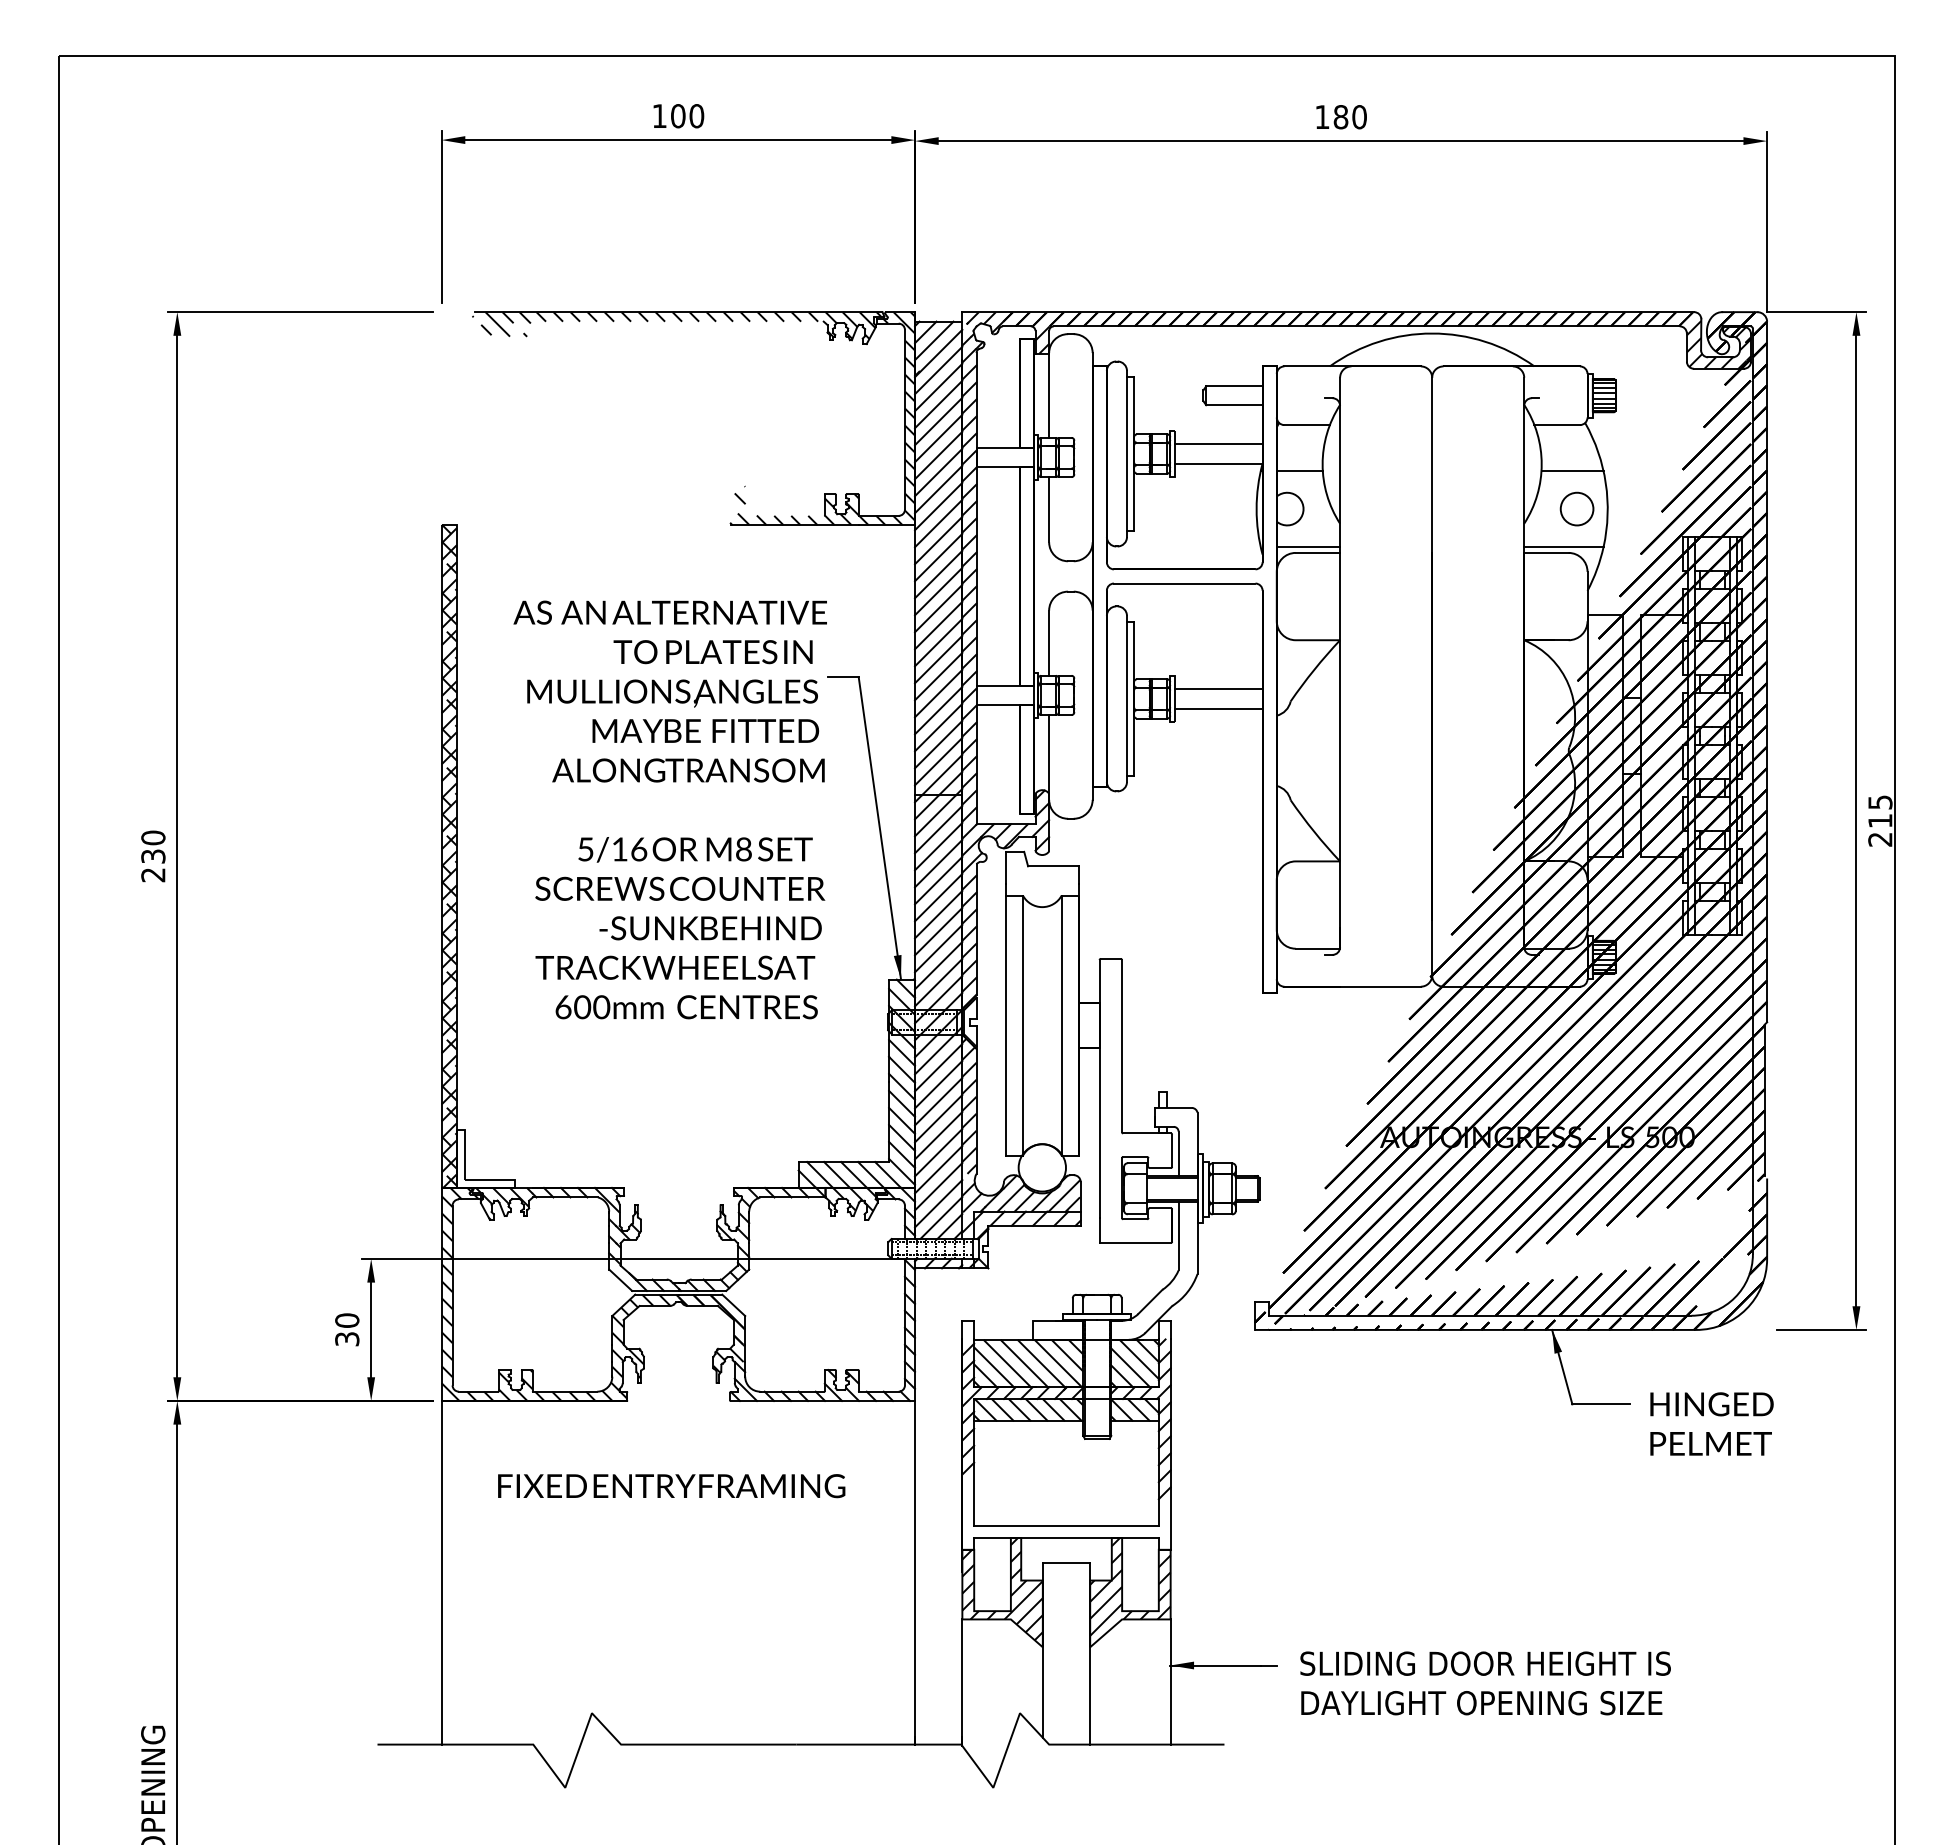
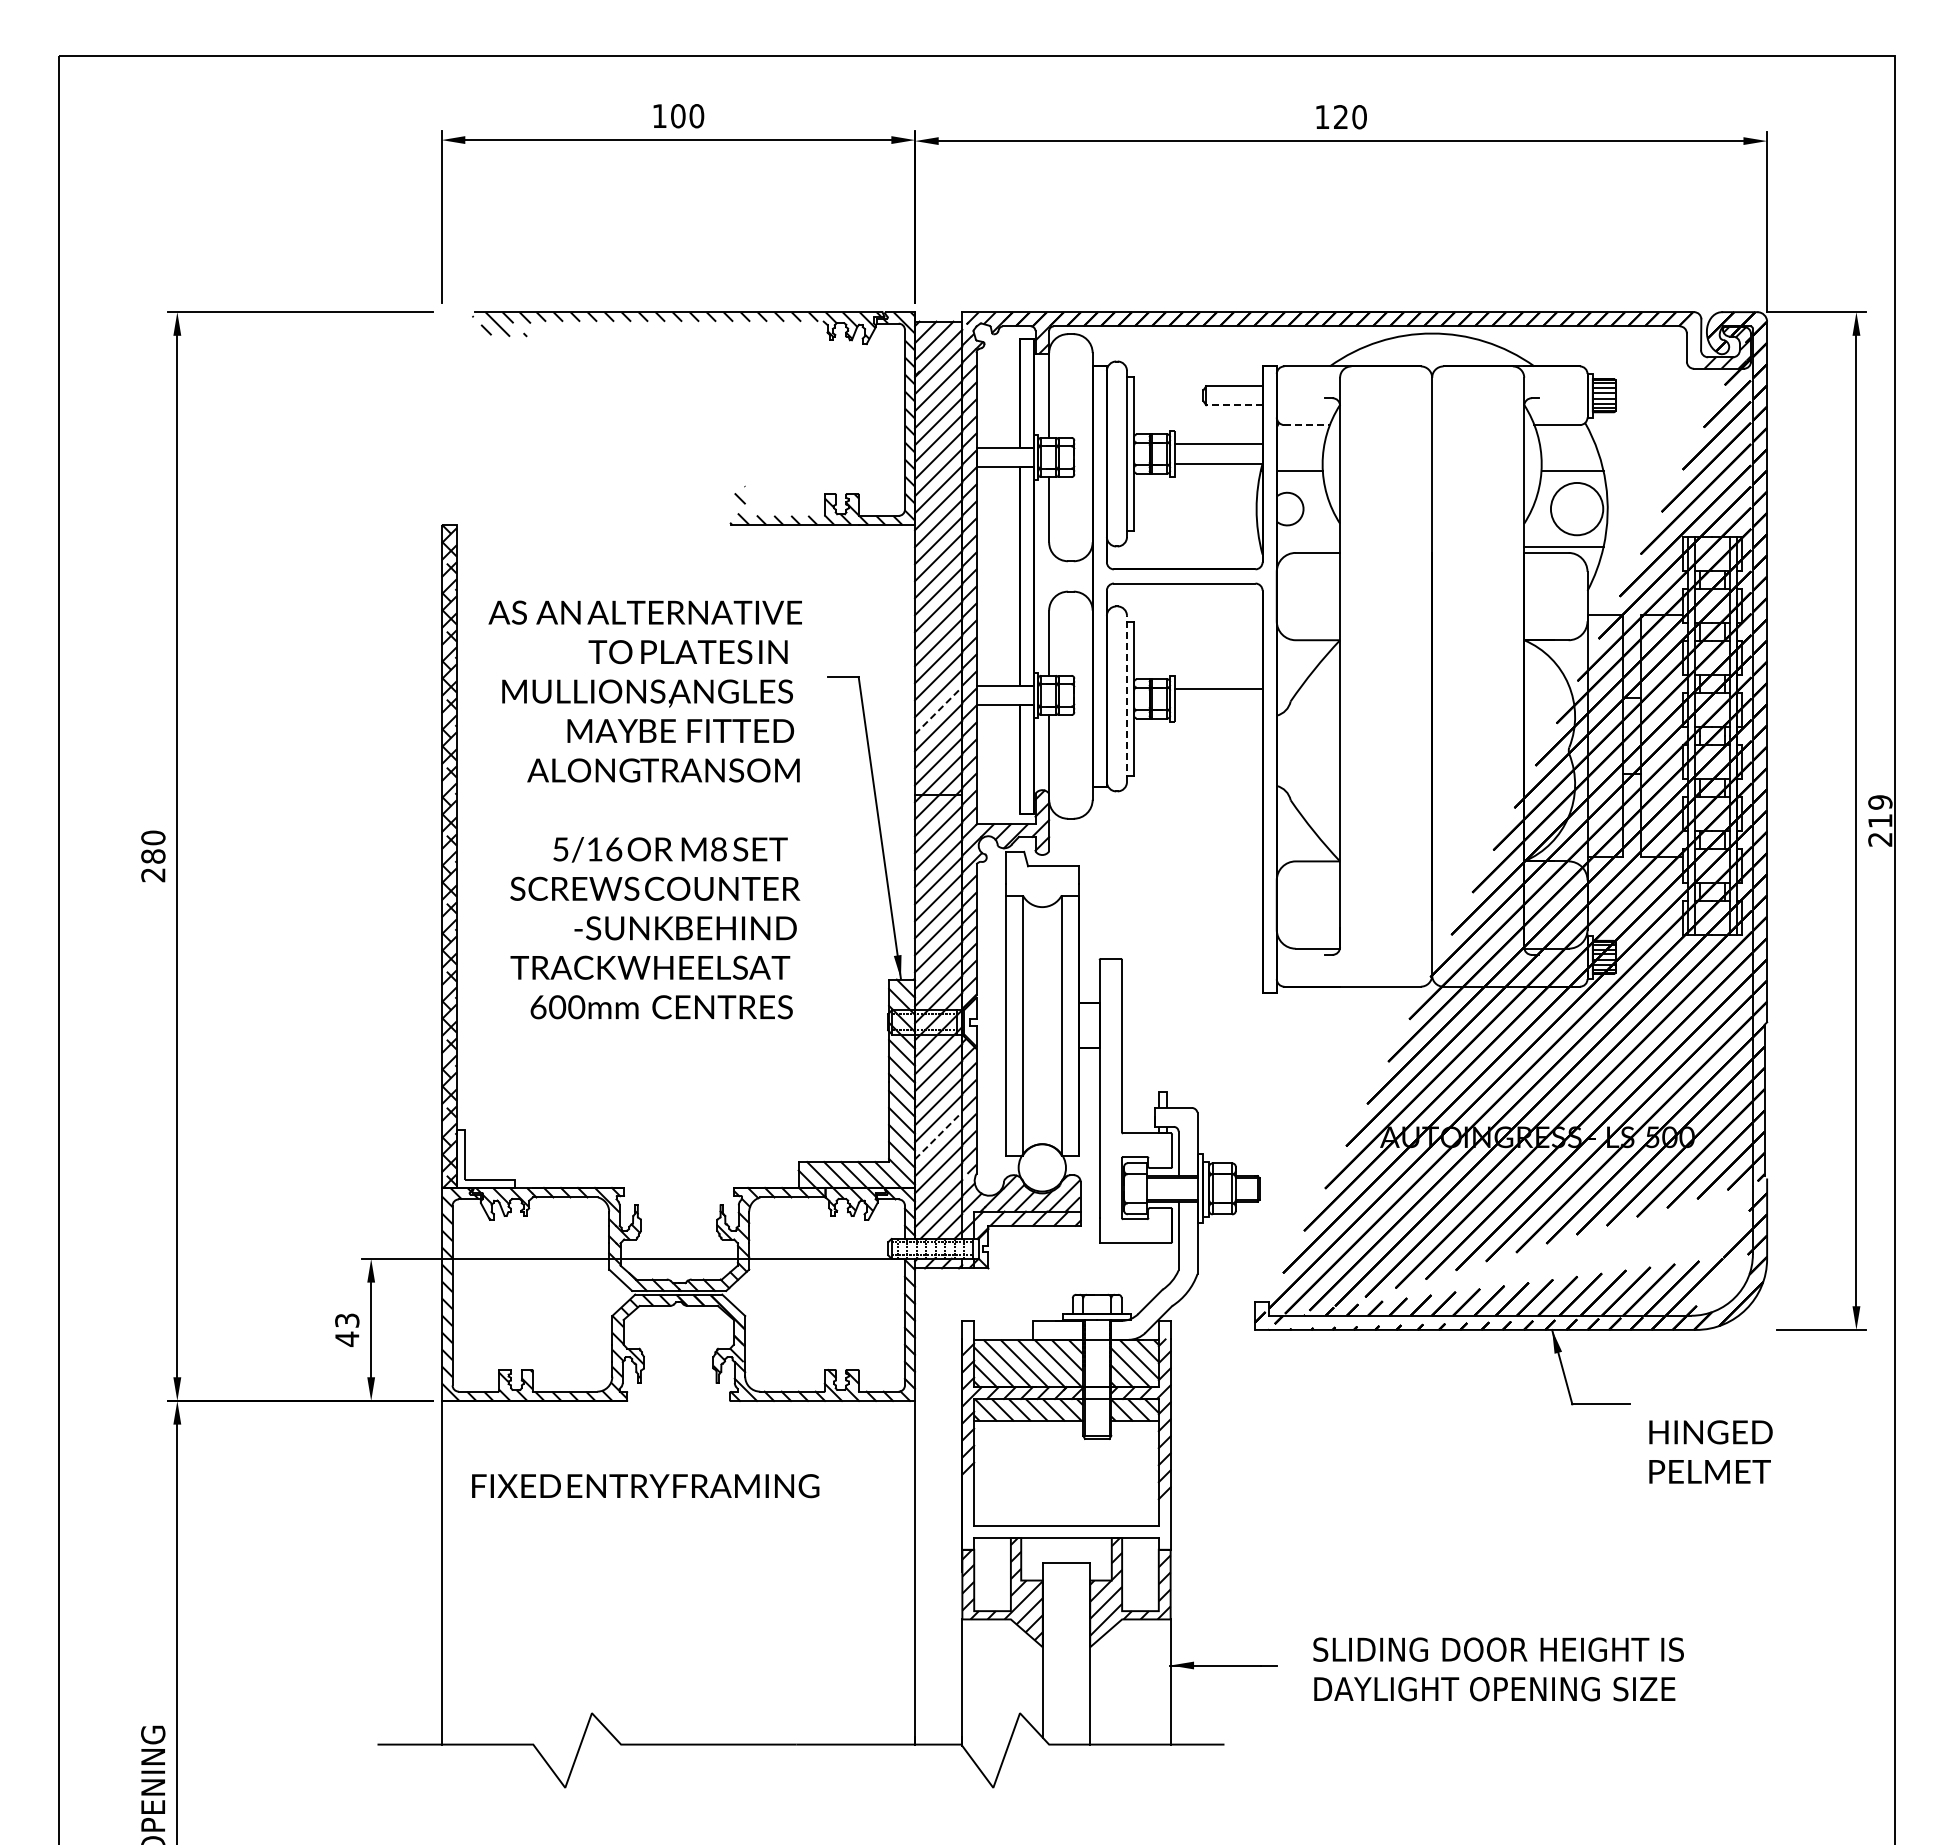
text at (1340, 117): 180 -> 120
hatch at (1694, 343): present -> none
line at (1233, 405): solid -> dashed
line at (1307, 425): solid -> dashed
circle at (1576, 508) diameter: 33 px -> 52 px
line at (1308, 546): present -> none
line at (1127, 698): solid -> dashed
line at (1218, 708): present -> none
line at (939, 710): solid -> dashed
text at (1880, 802): 215 -> 219
text at (669, 809) position: (669, 809) -> (644, 809)
text at (153, 856): 230 -> 280
line at (939, 1135): solid -> dashed
text at (347, 1329): 30 -> 43
text at (1711, 1423) position: (1711, 1423) -> (1710, 1451)
text at (671, 1486) position: (671, 1486) -> (645, 1486)
text at (1485, 1683) position: (1485, 1683) -> (1498, 1669)
